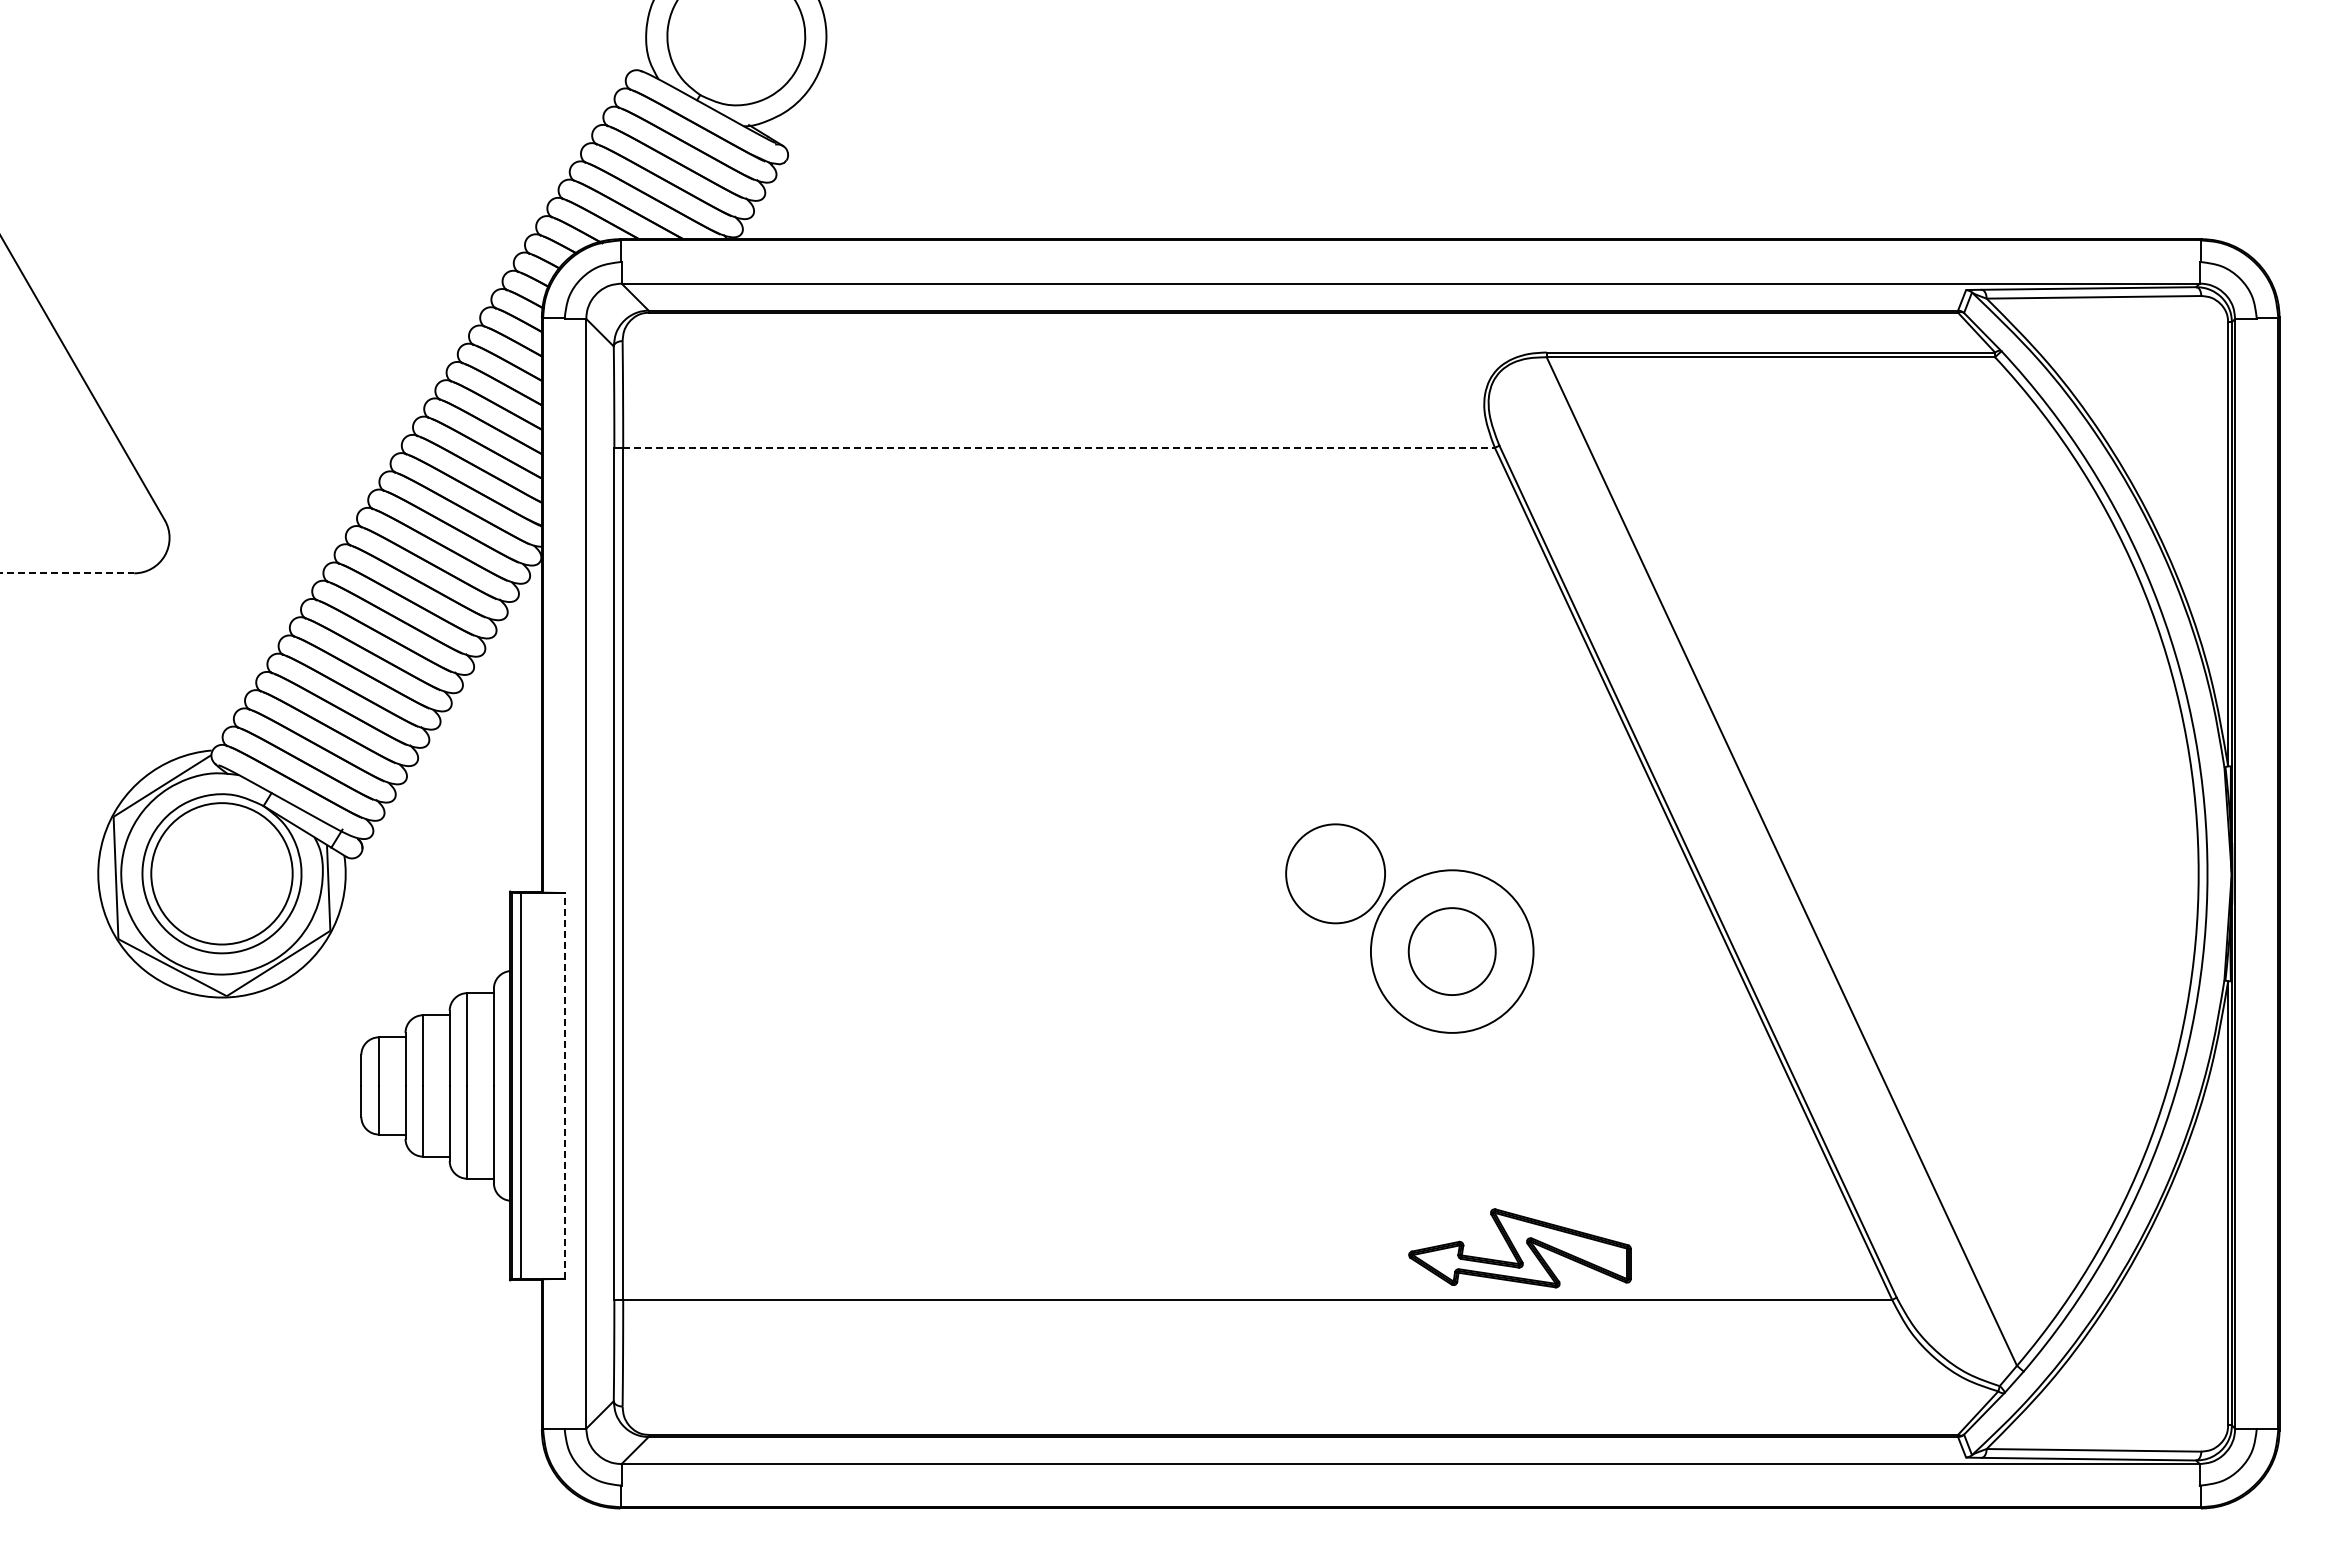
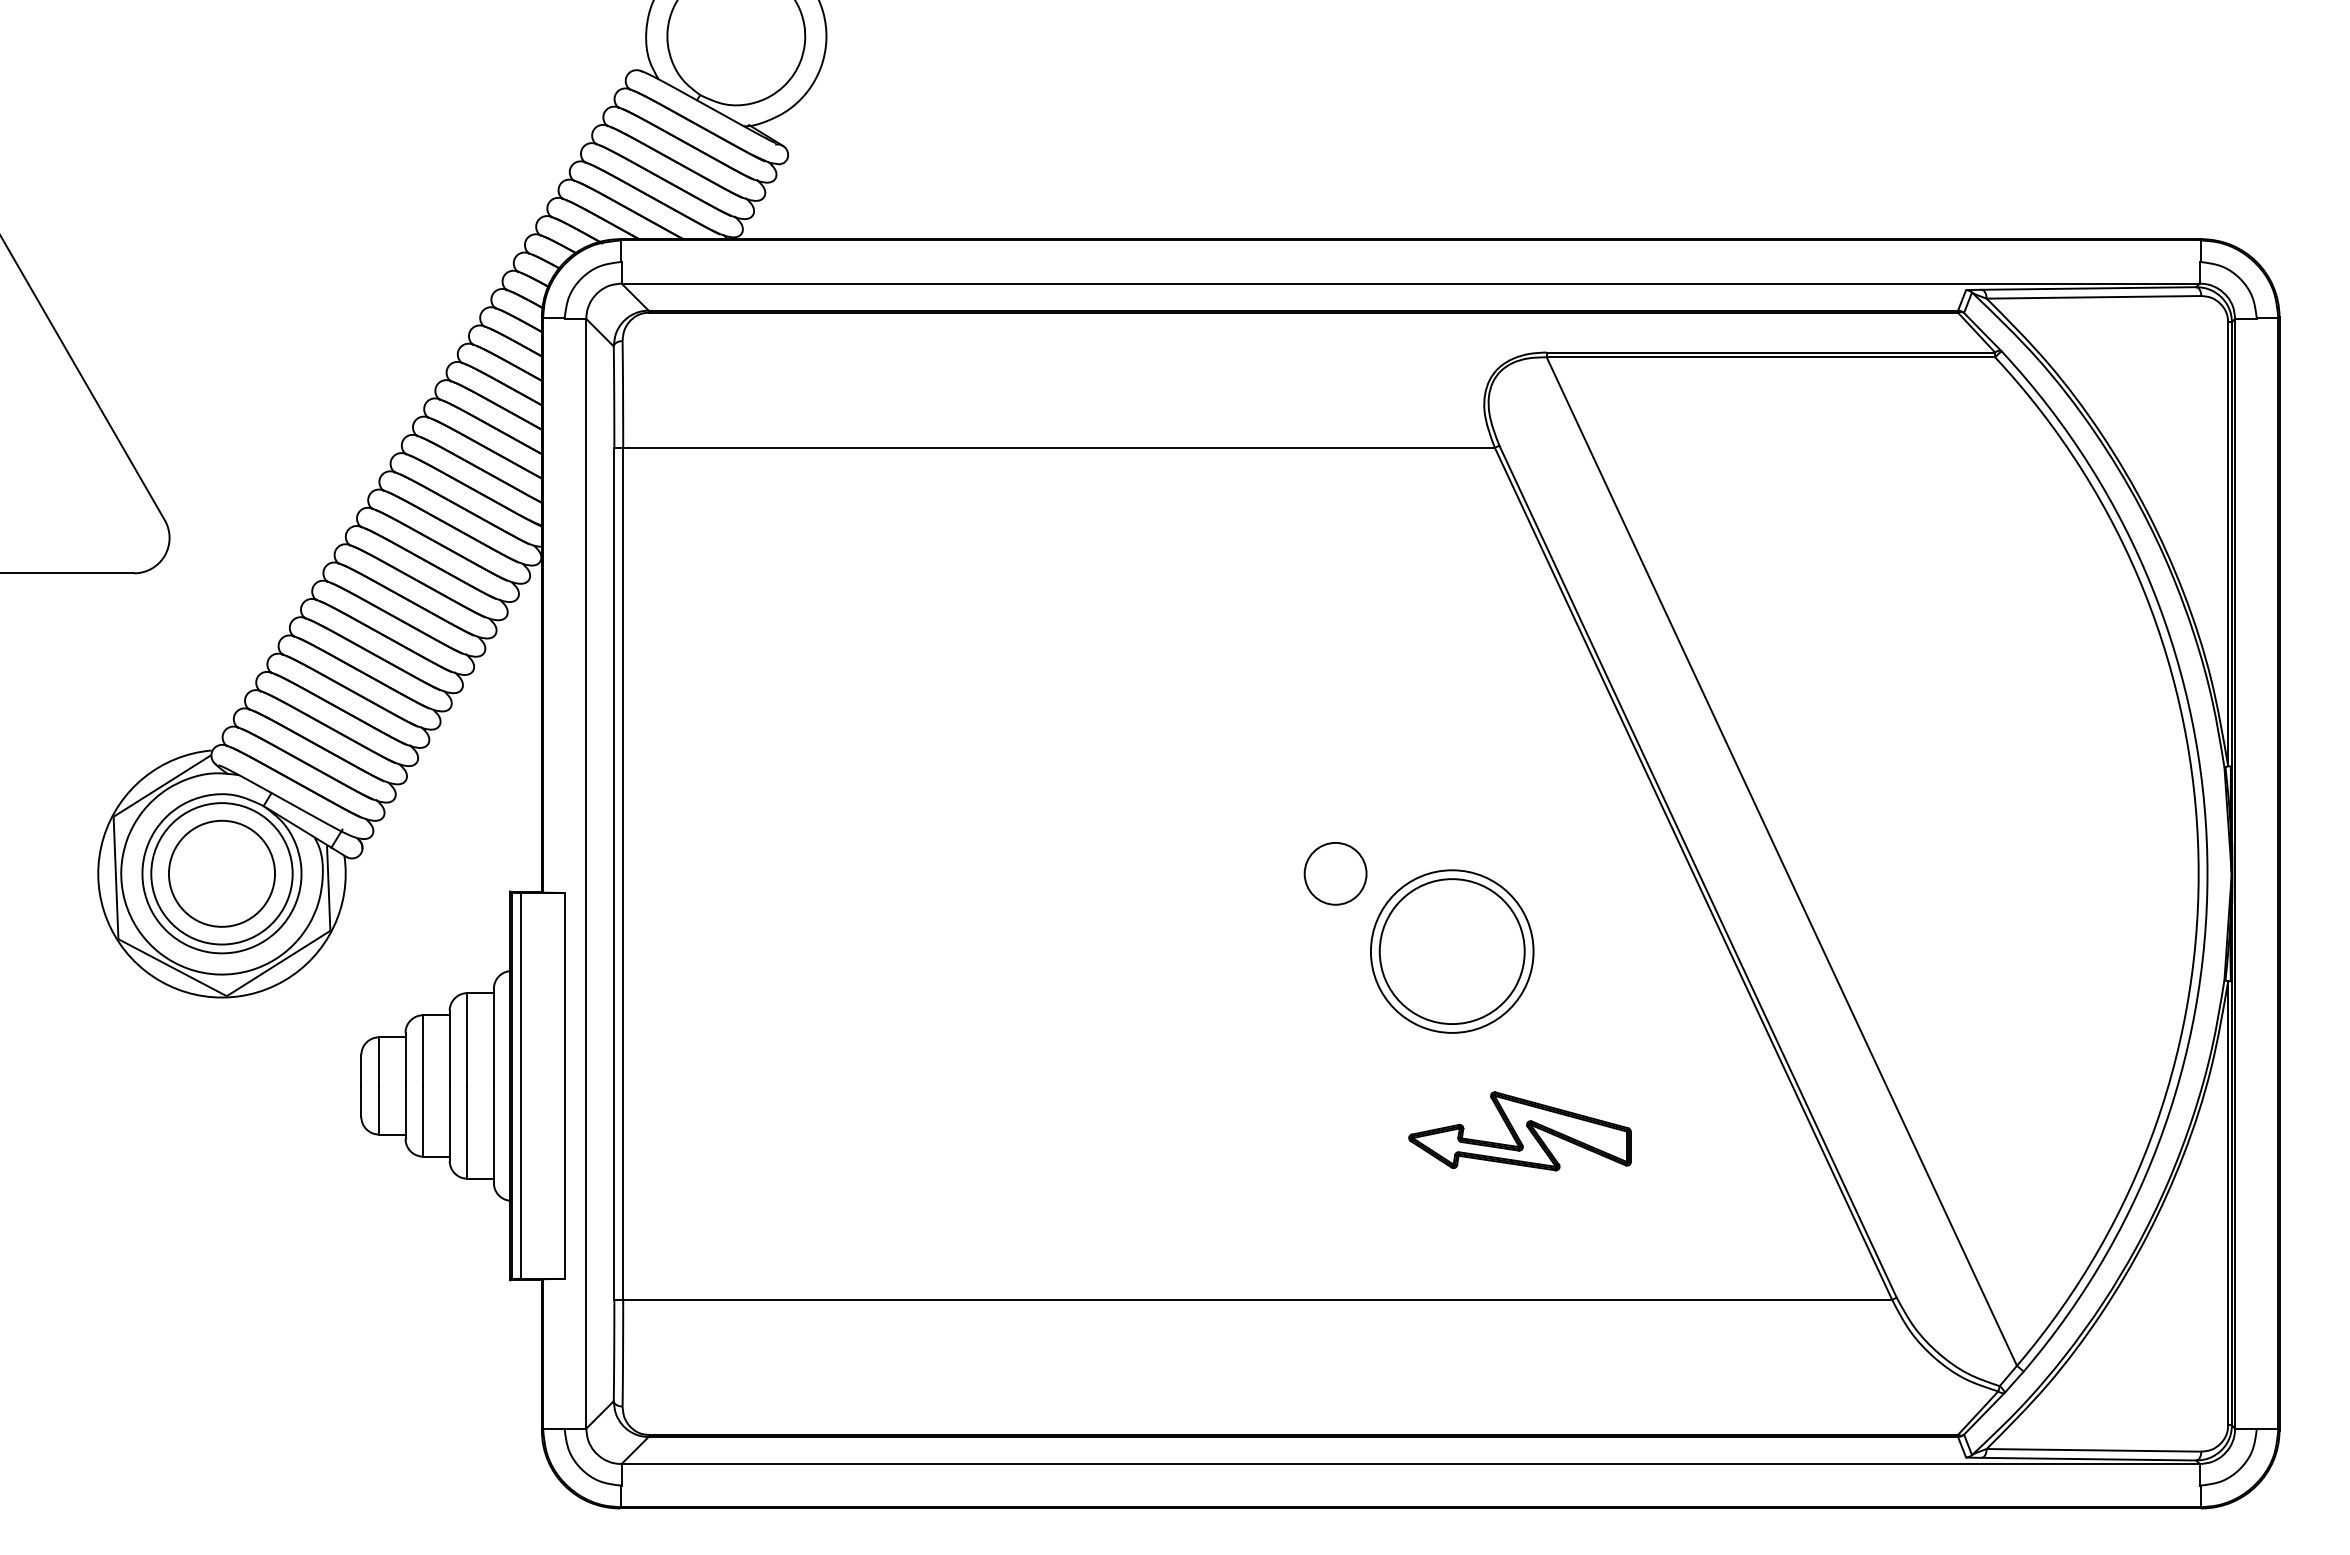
line at (1059, 447): dashed -> solid
line at (67, 573): dashed -> solid
circle at (221, 873): none -> present
circle at (1335, 873) diameter: 99 px -> 62 px
circle at (1451, 951) diameter: 87 px -> 145 px
line at (564, 1085): dashed -> solid
part at (1519, 1248) position: (1519, 1248) -> (1519, 1131)
